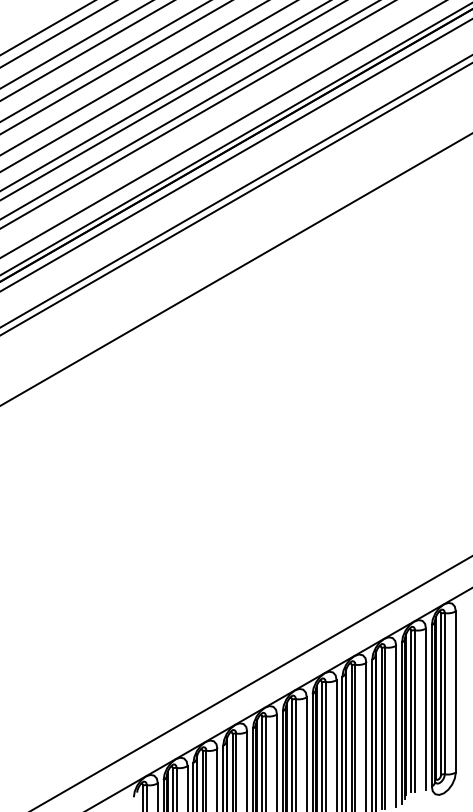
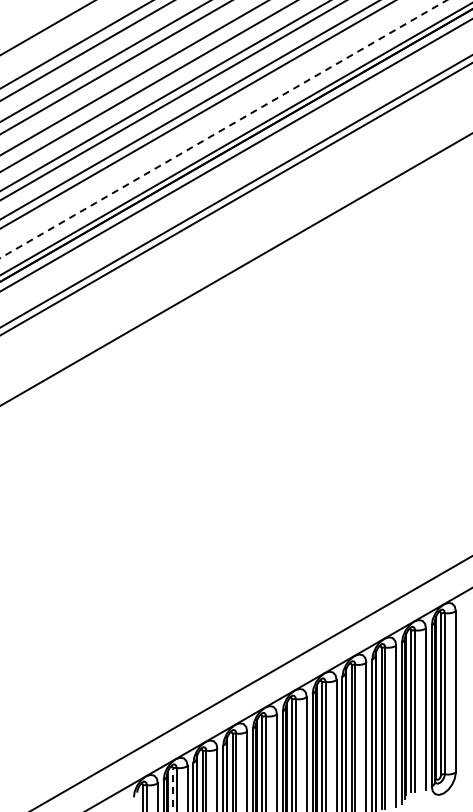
line at (57, 34): present -> none
line at (223, 129): solid -> dashed
line at (172, 789): solid -> dashed
